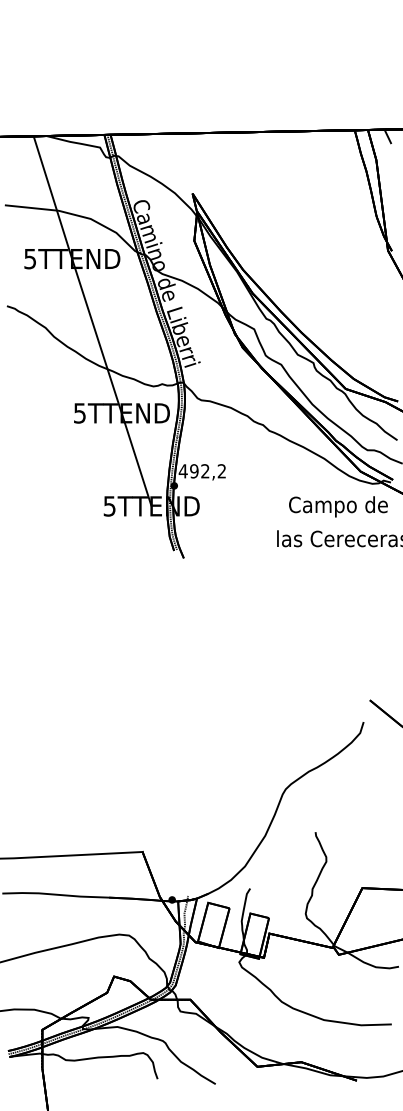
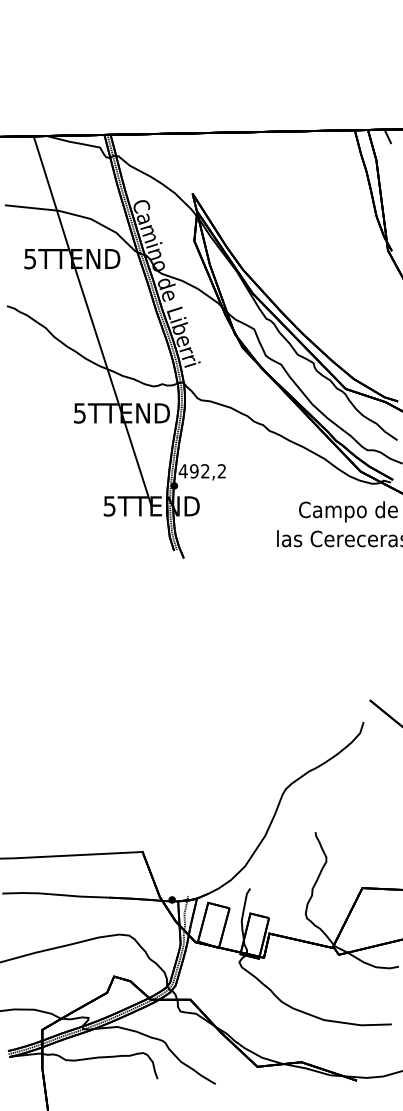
text at (338, 506) position: (338, 506) -> (348, 511)
